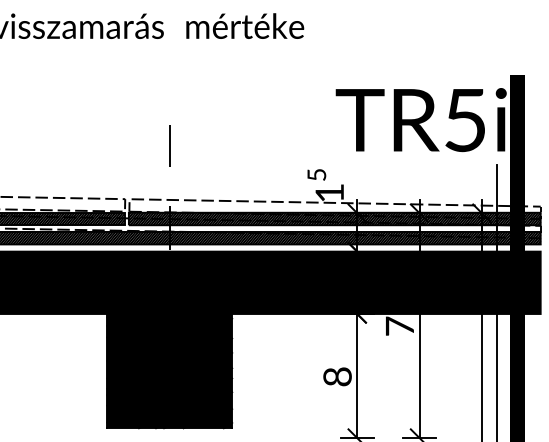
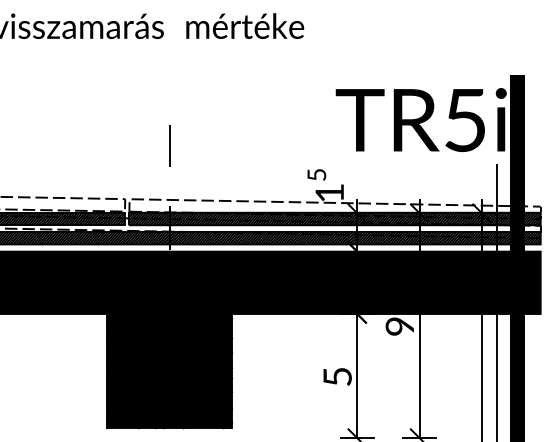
text at (399, 325): 7 -> 9
text at (337, 376): 8 -> 5
